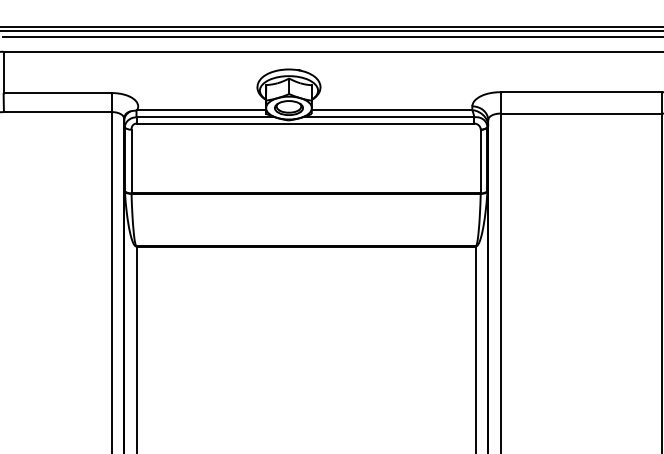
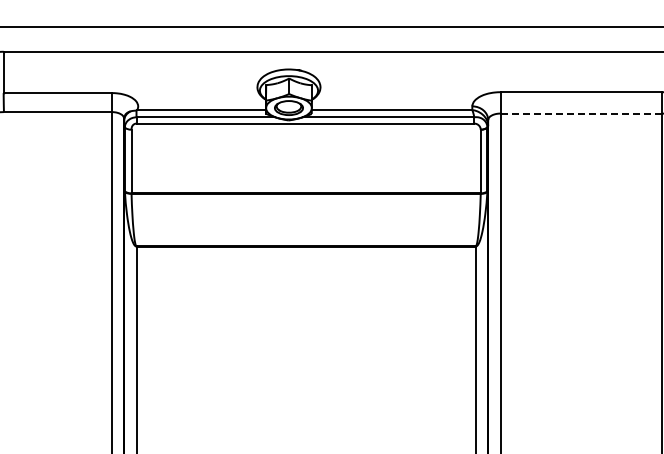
line at (331, 31): present -> none
line at (331, 37): present -> none
line at (581, 113): solid -> dashed
